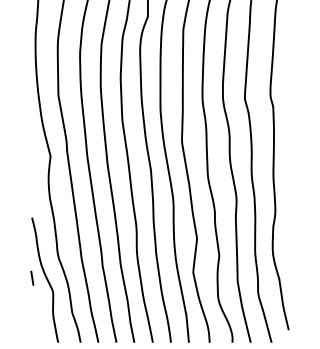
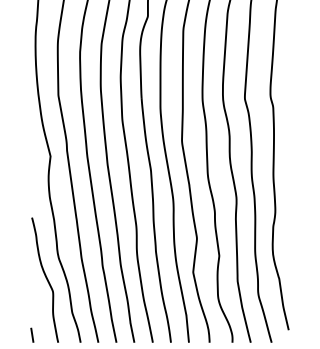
line at (32, 277) position: (32, 277) -> (32, 334)
